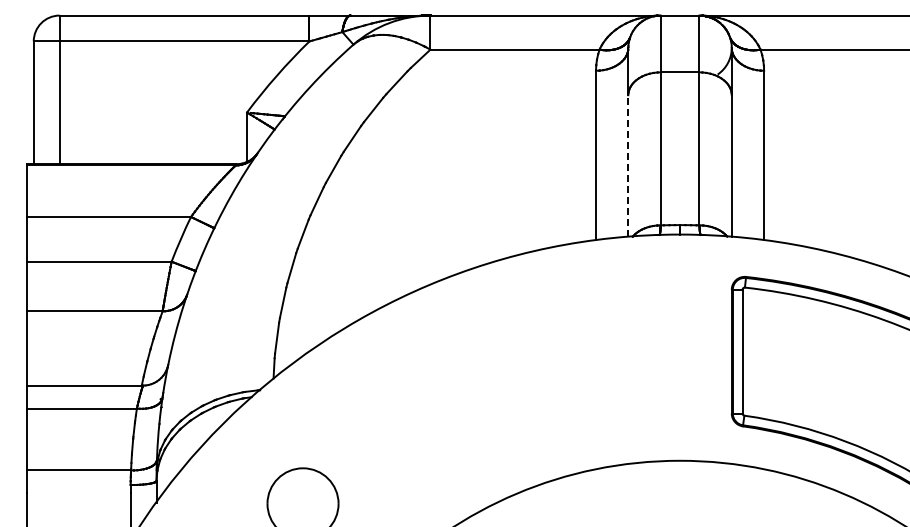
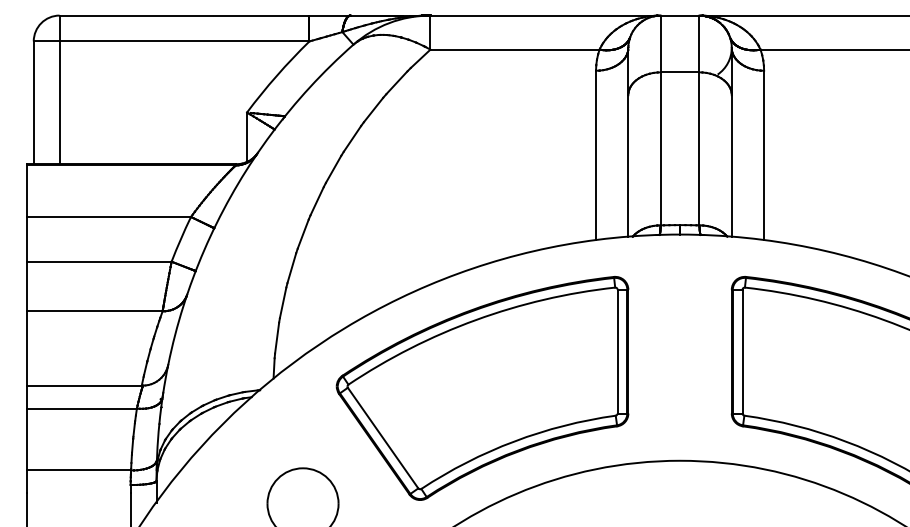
line at (628, 165): dashed -> solid
part at (482, 388): none -> present
